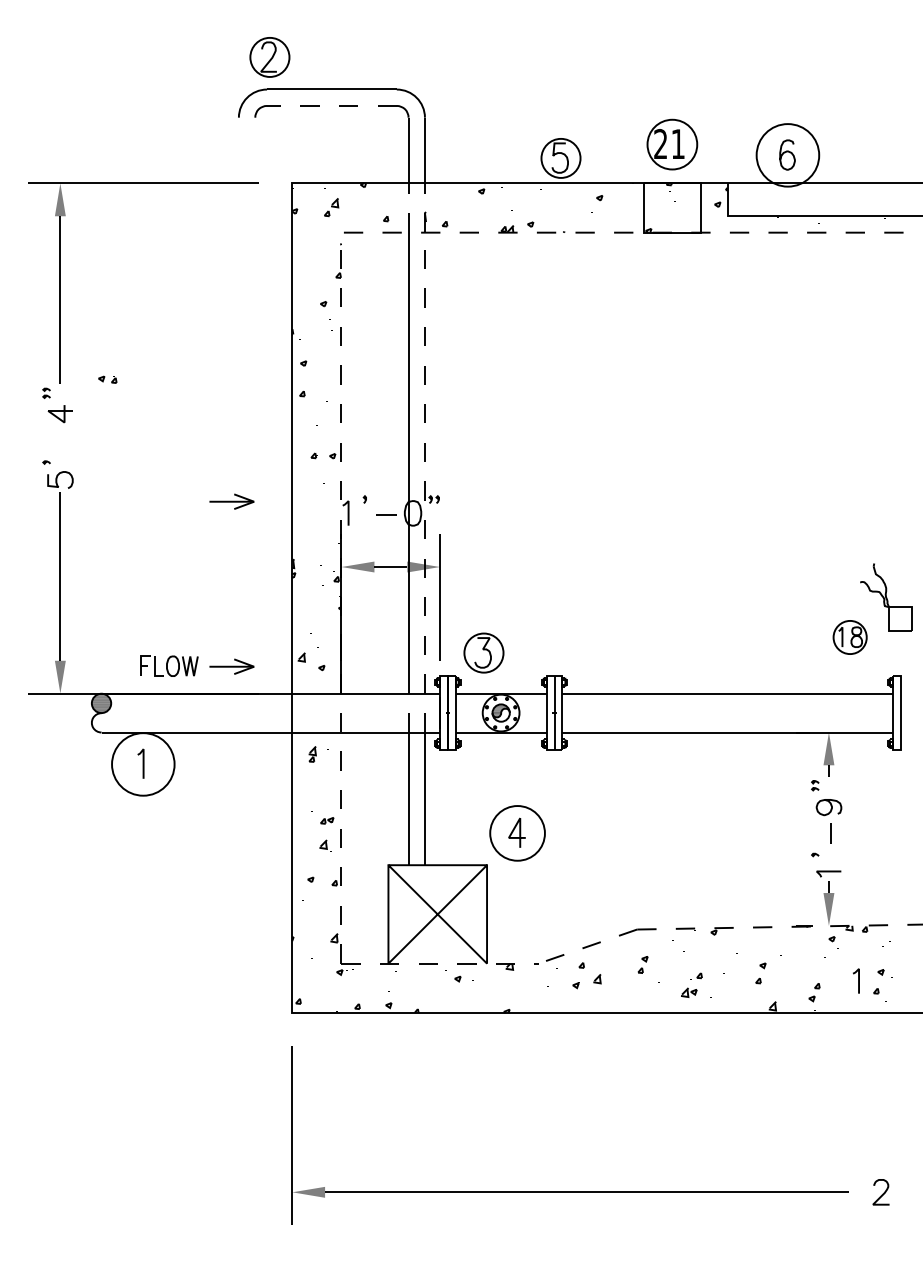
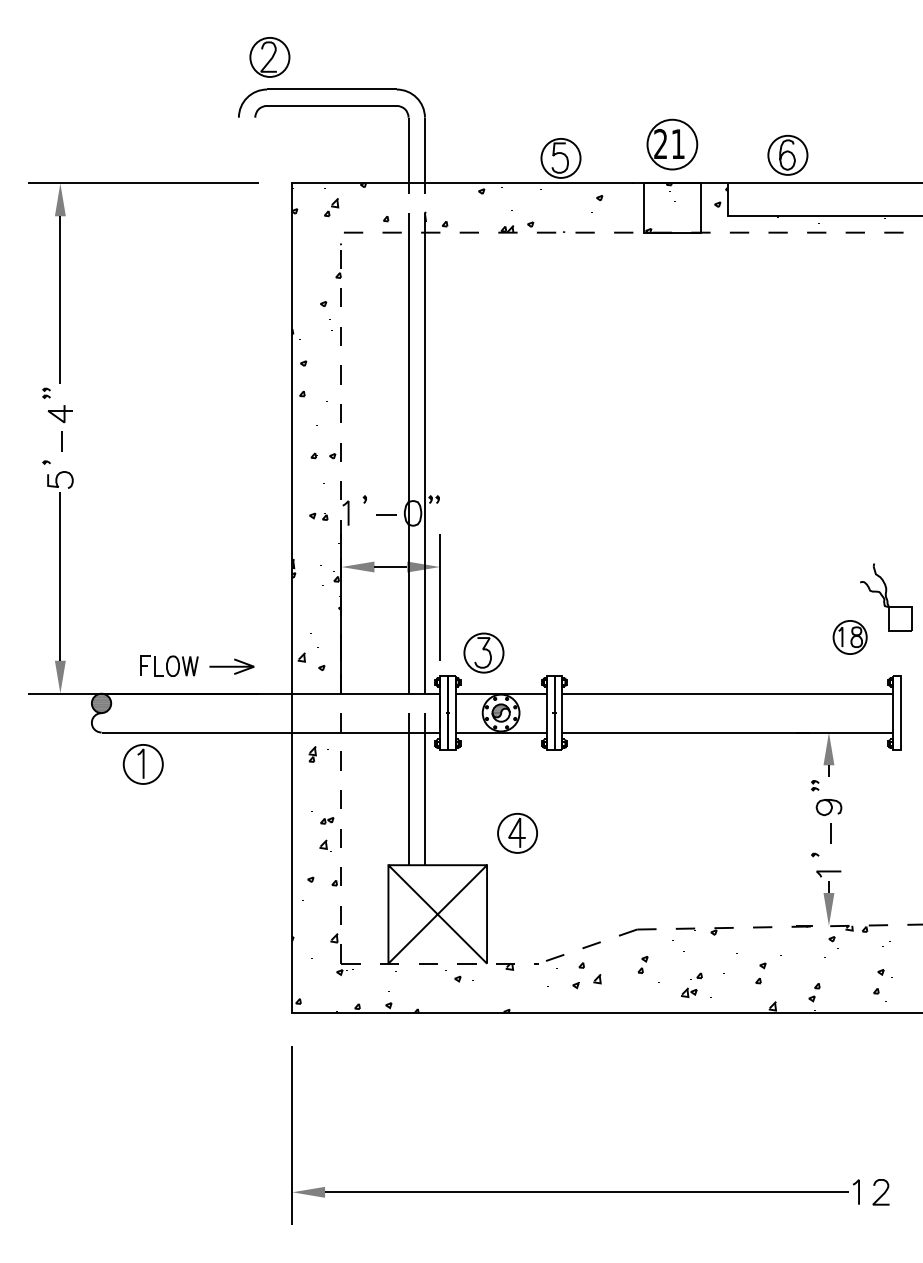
line at (331, 105): dashed -> solid
circle at (787, 155) diameter: 63 px -> 39 px
part at (107, 379) position: (107, 379) -> (318, 516)
line at (61, 441): none -> present
line at (424, 462): dashed -> solid
part at (231, 501): present -> none
circle at (143, 764) diameter: 63 px -> 39 px
circle at (517, 833) diameter: 55 px -> 39 px
line at (858, 980) position: (858, 980) -> (858, 1191)
